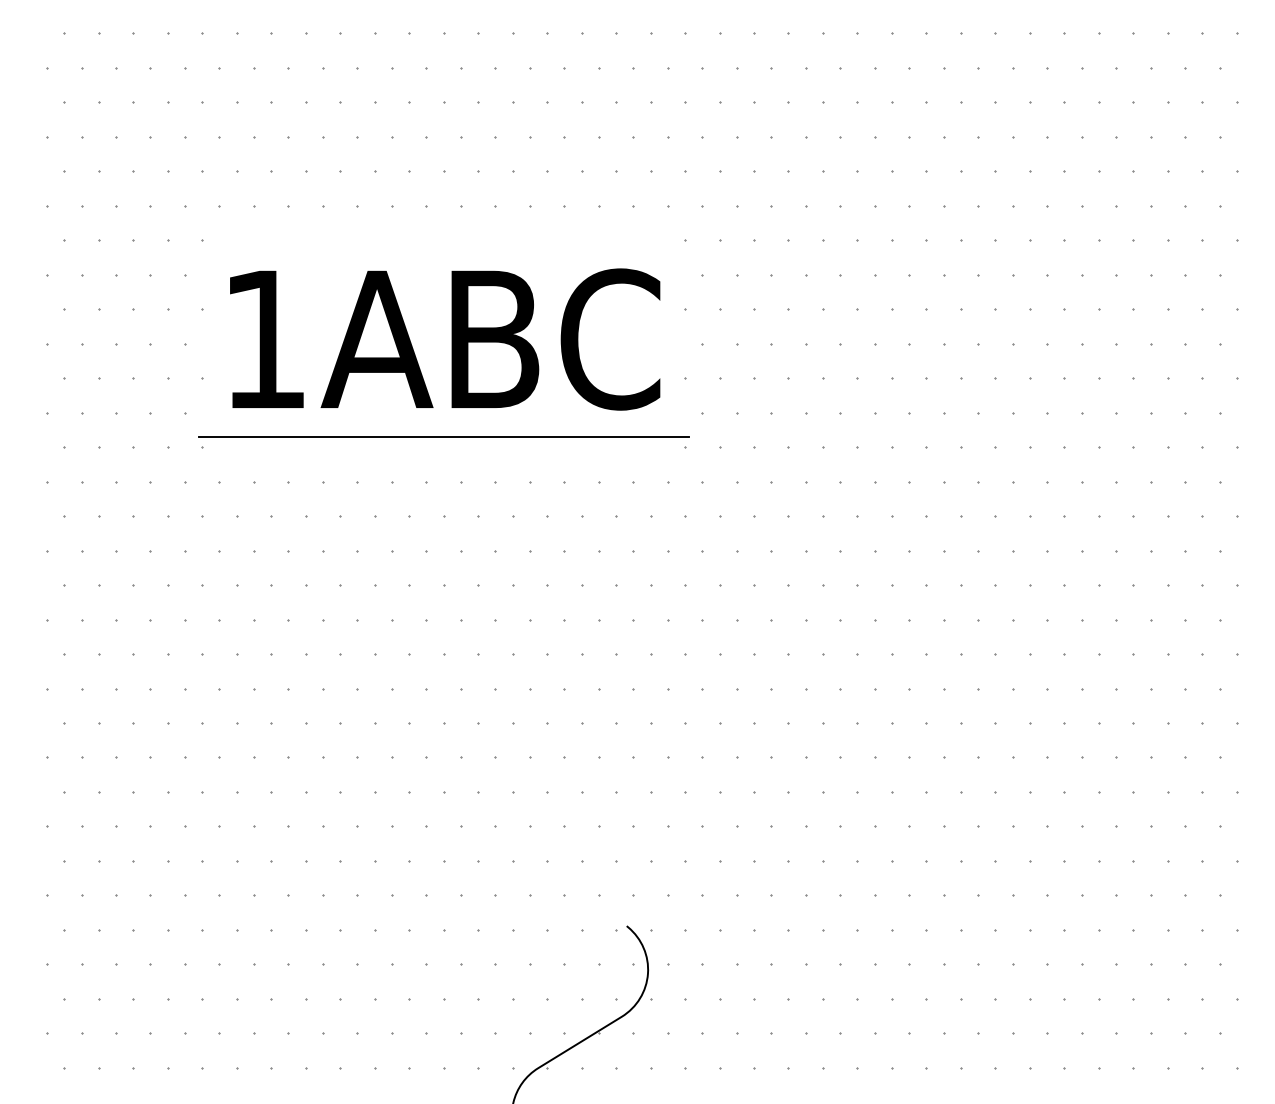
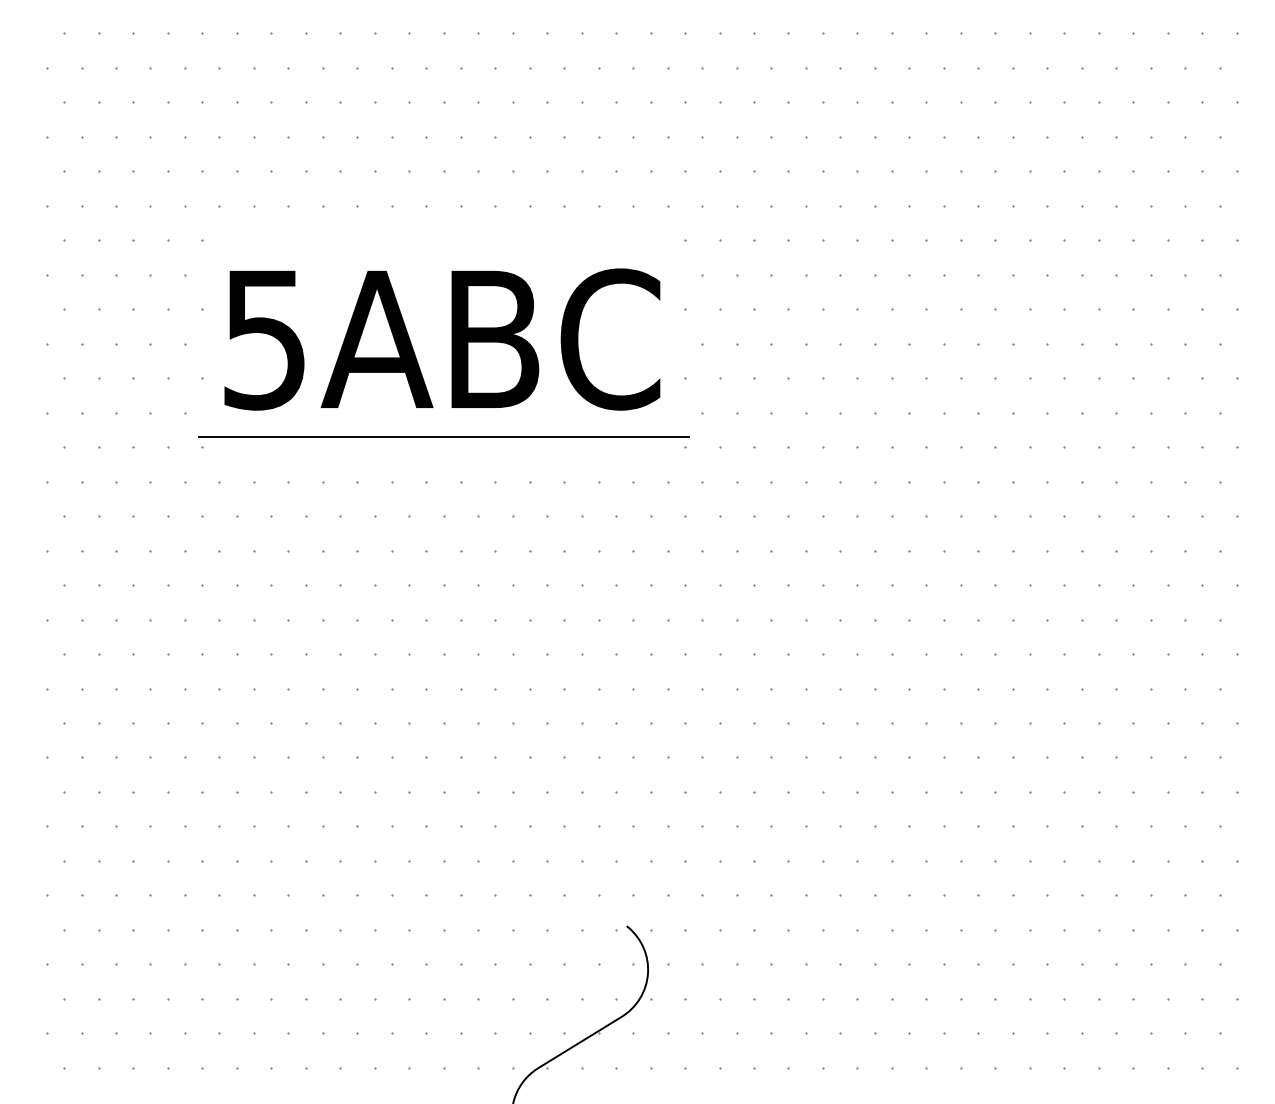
text at (264, 340): 1ABC -> 5ABC
